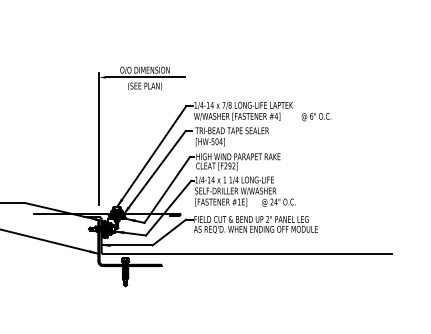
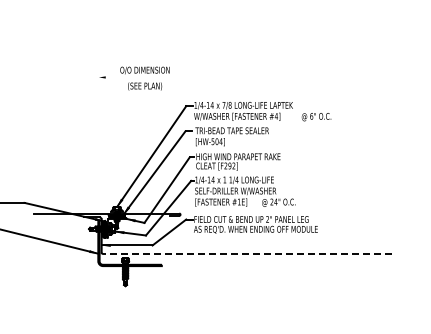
line at (145, 77): present -> none
line at (98, 138): present -> none
line at (247, 253): solid -> dashed
